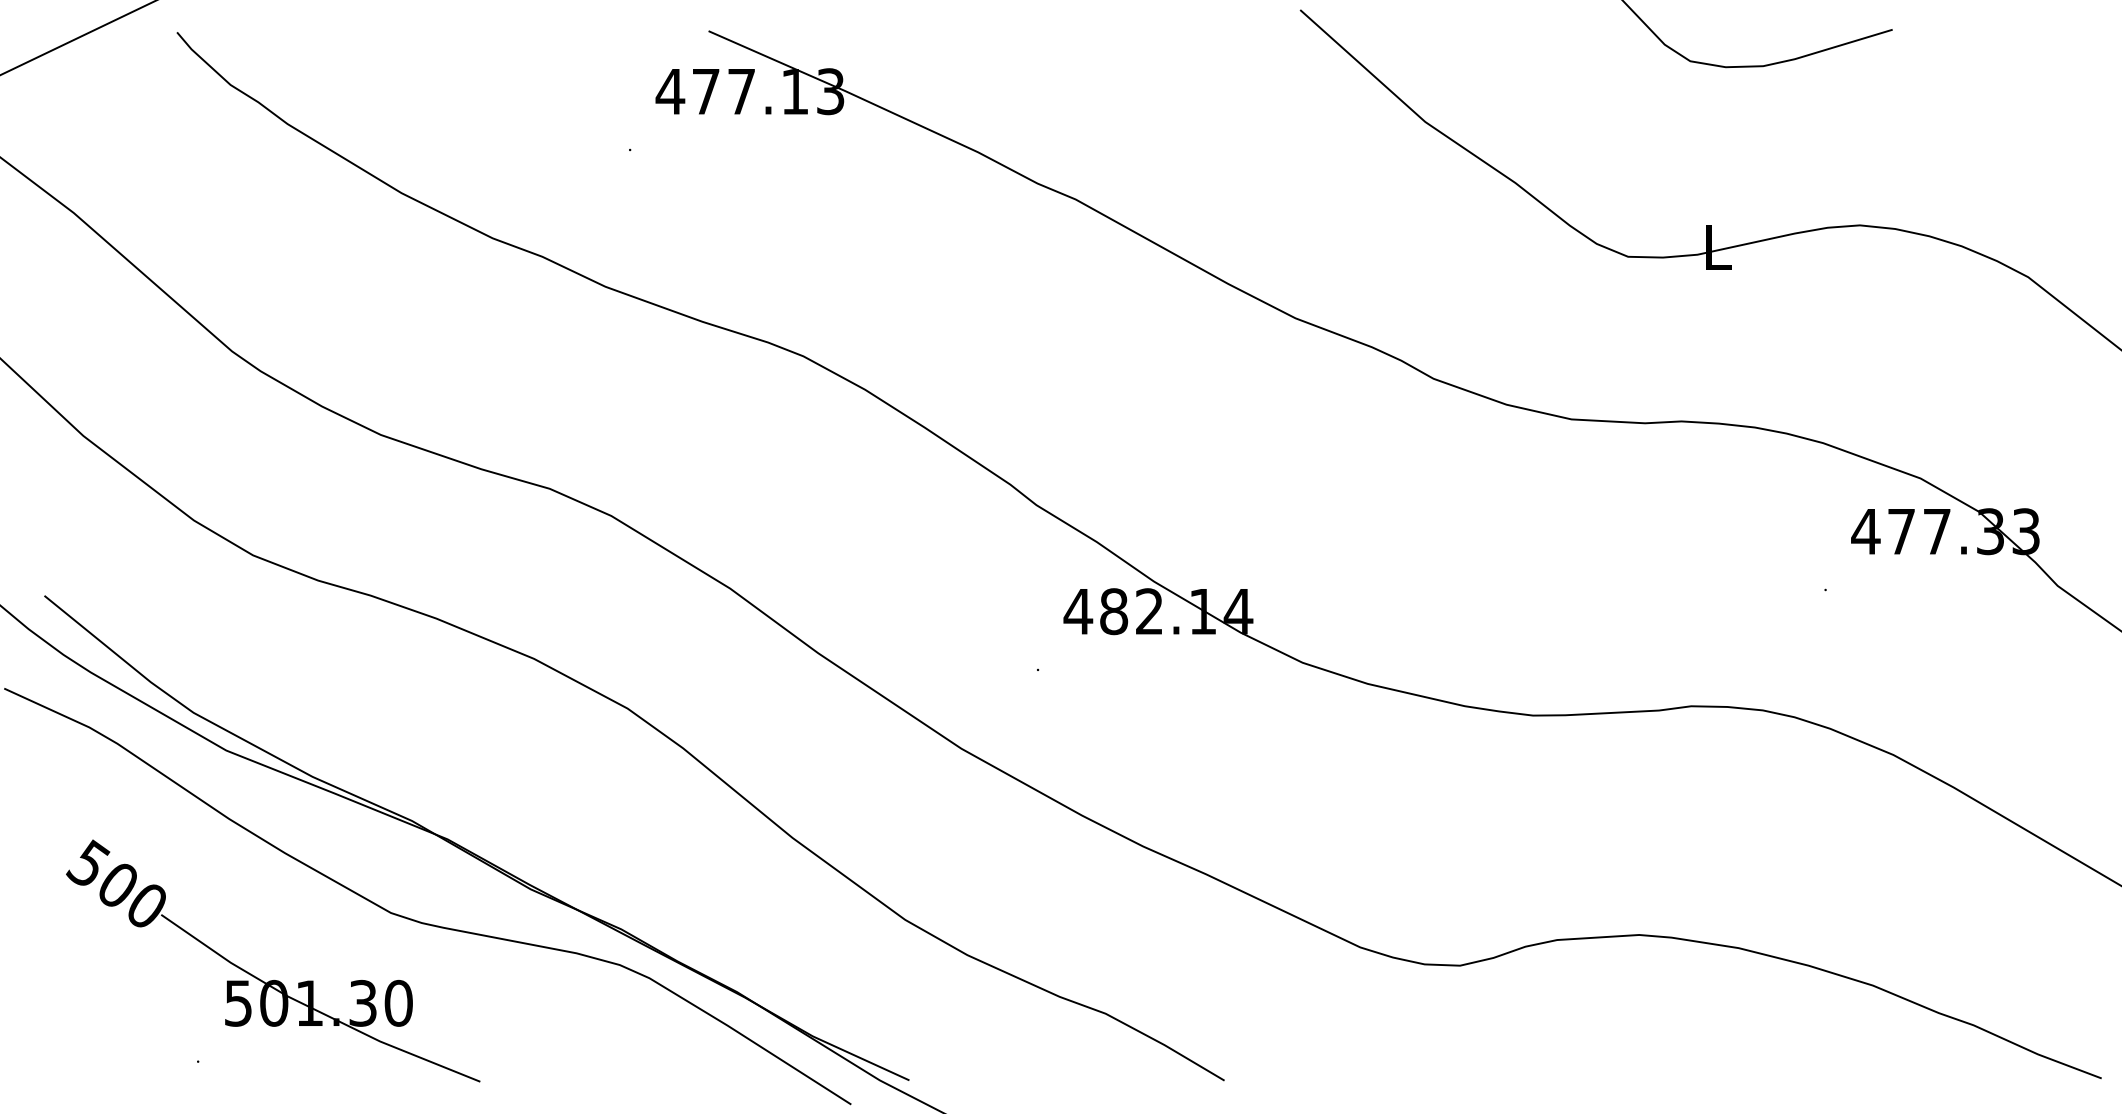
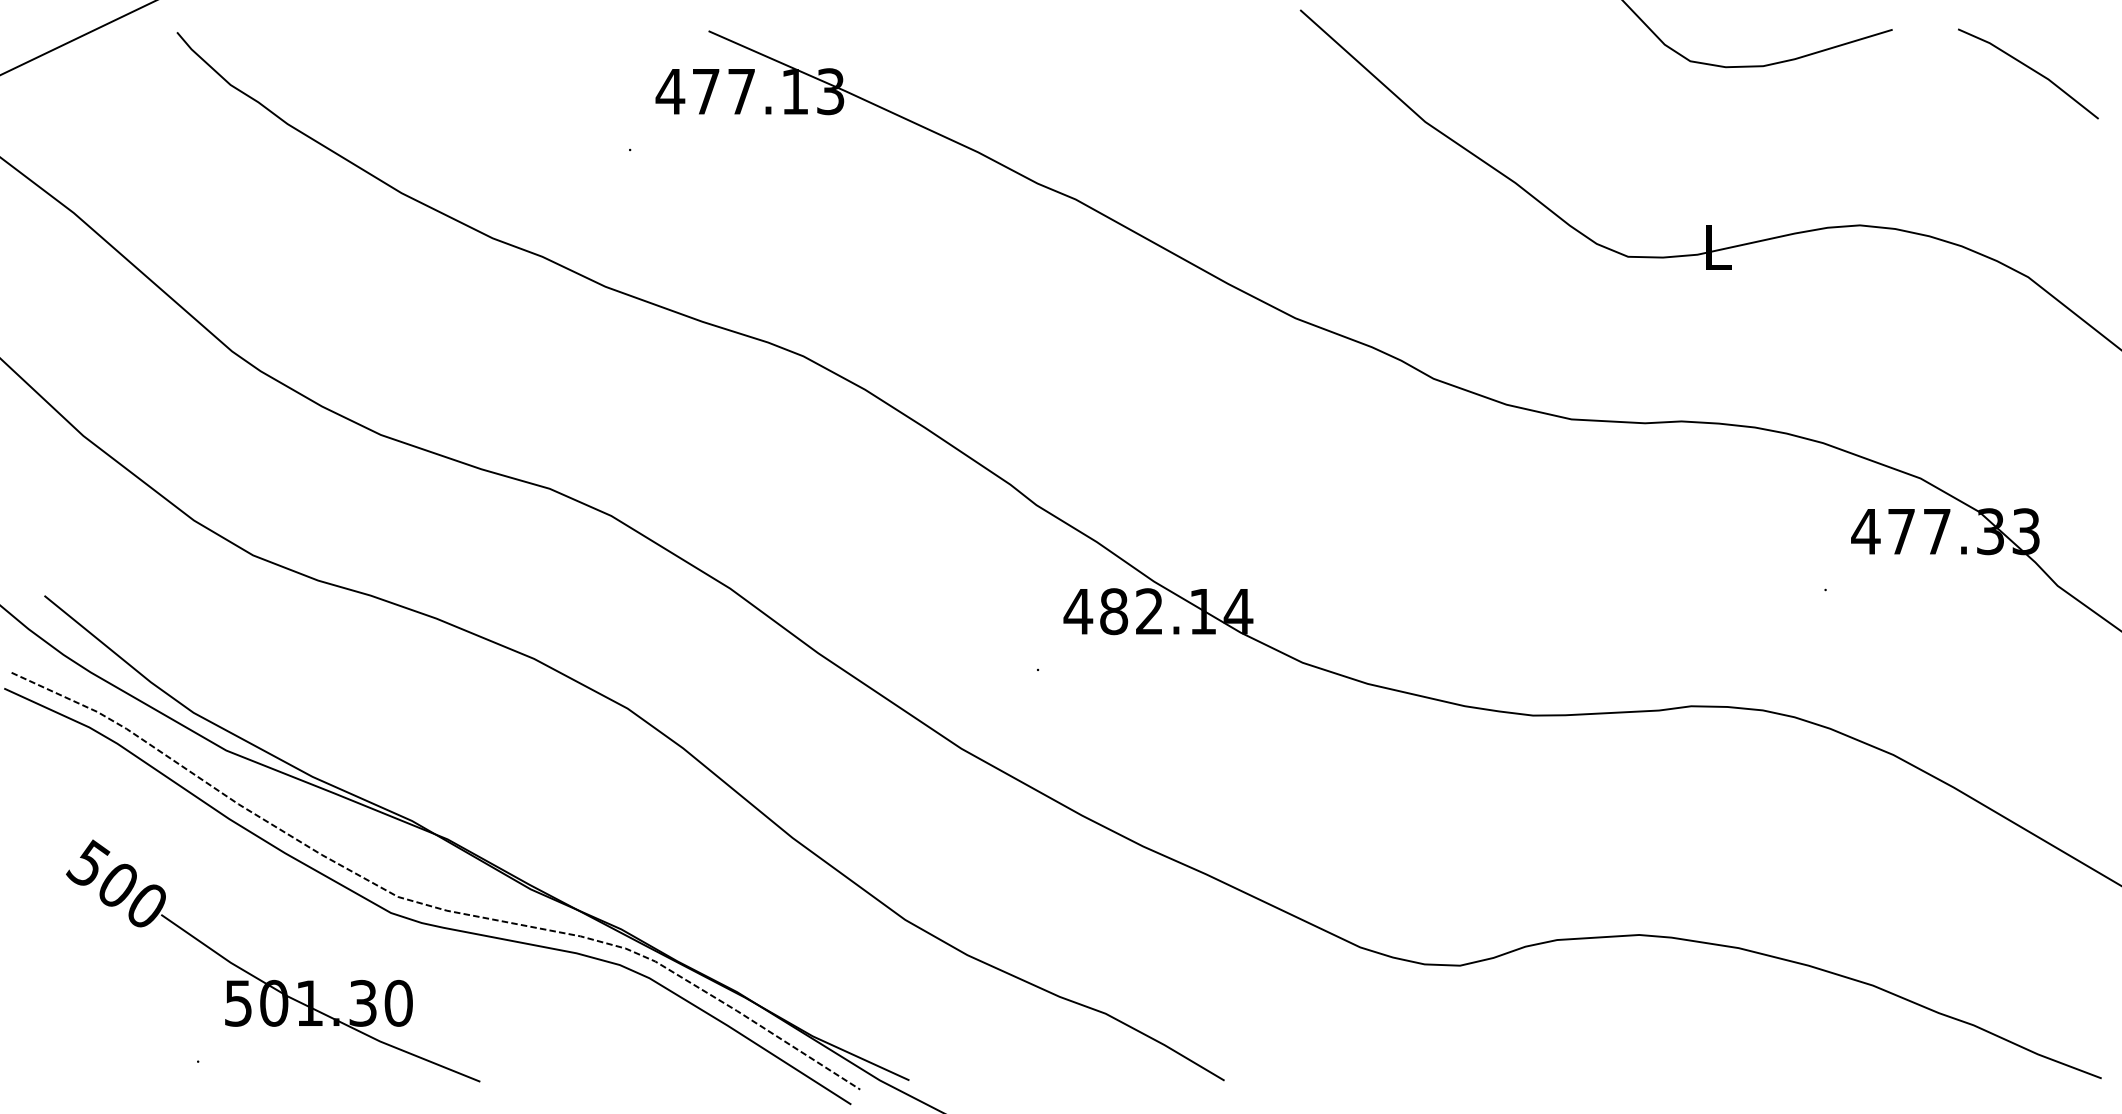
line at (2031, 70): none -> present
curve at (429, 904): none -> present
